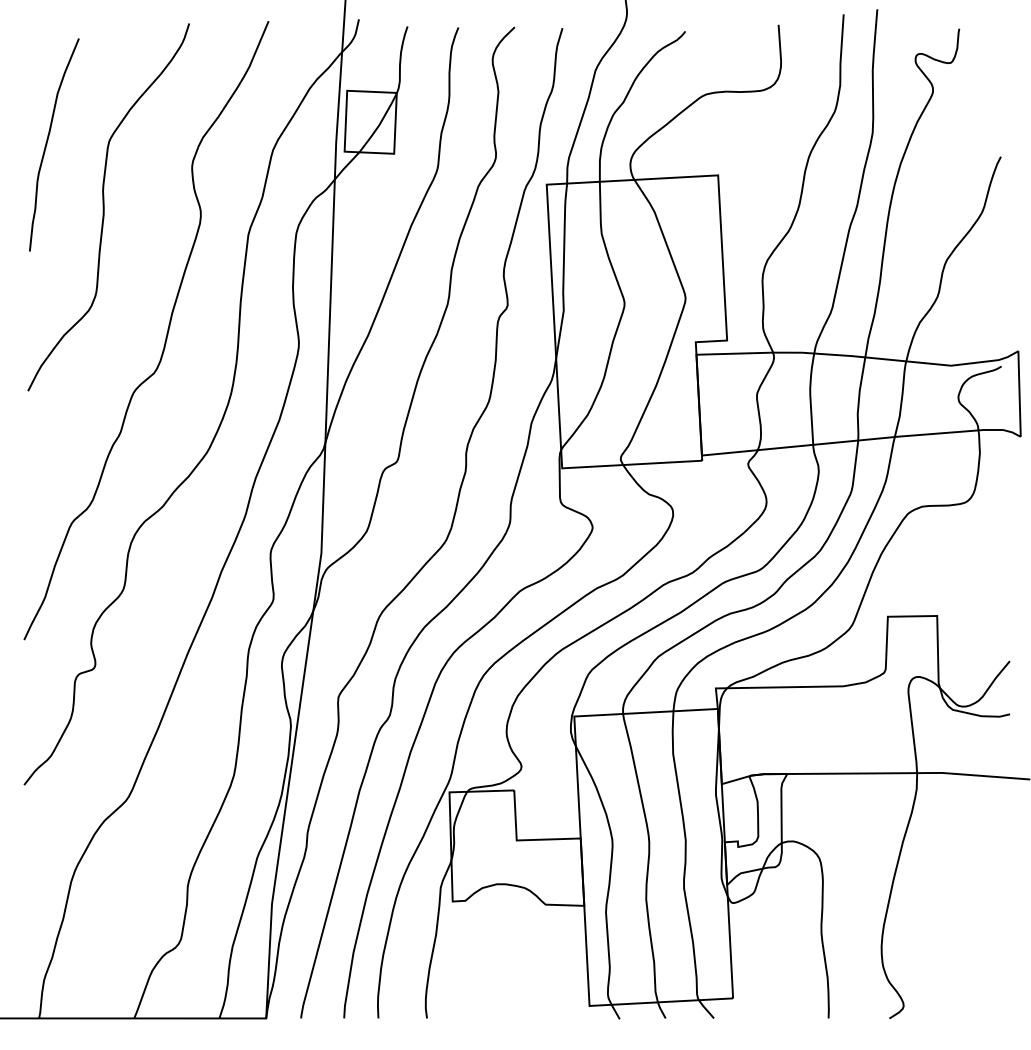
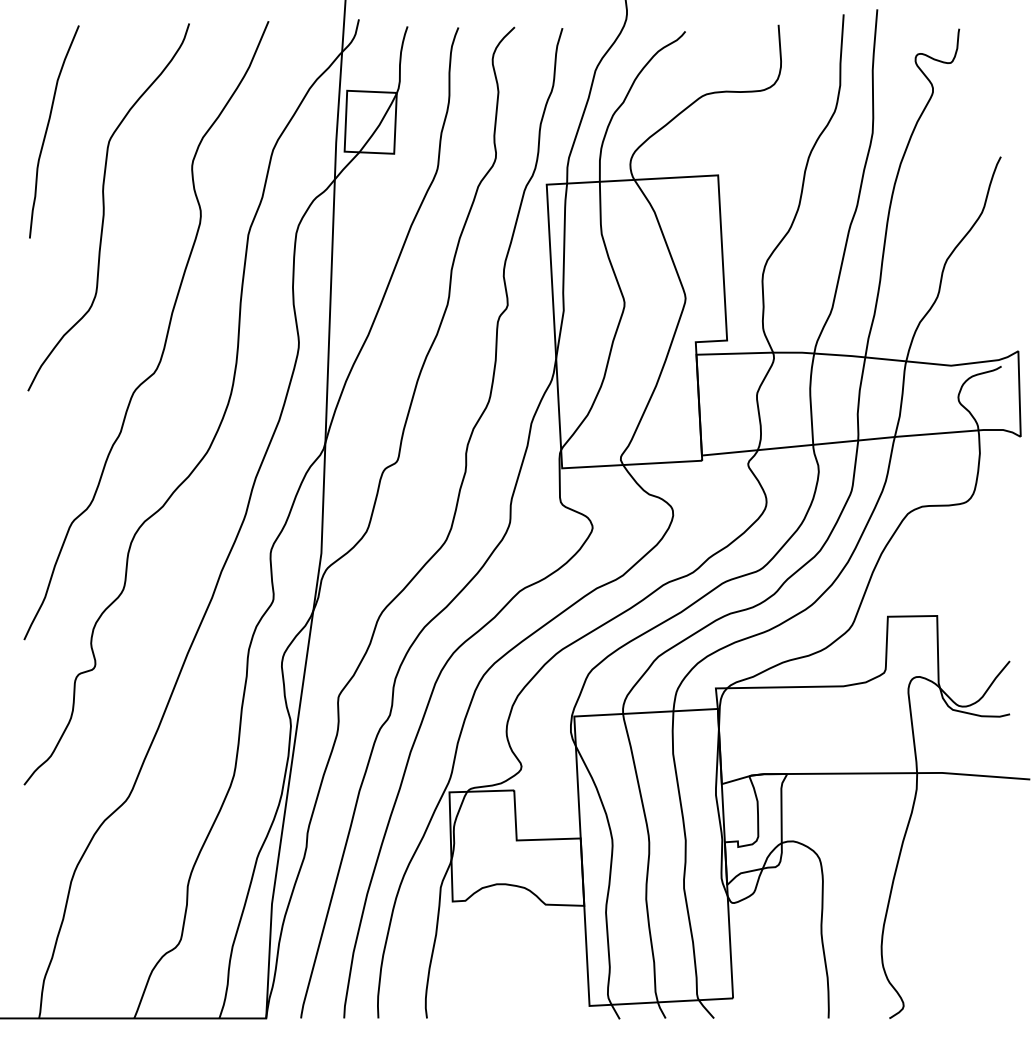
curve at (47, 144) position: (47, 144) -> (47, 131)
